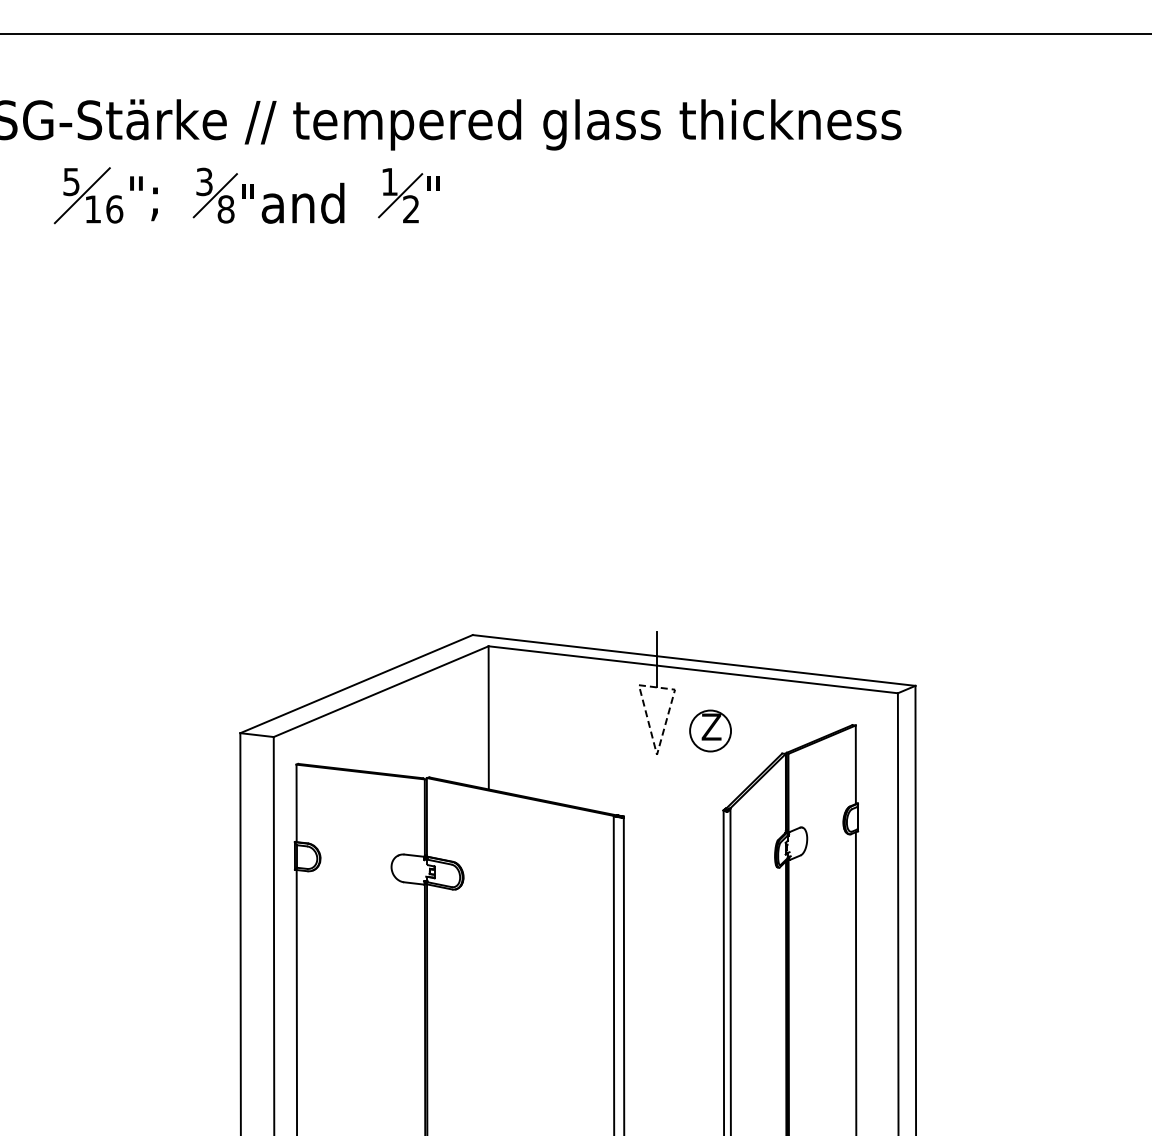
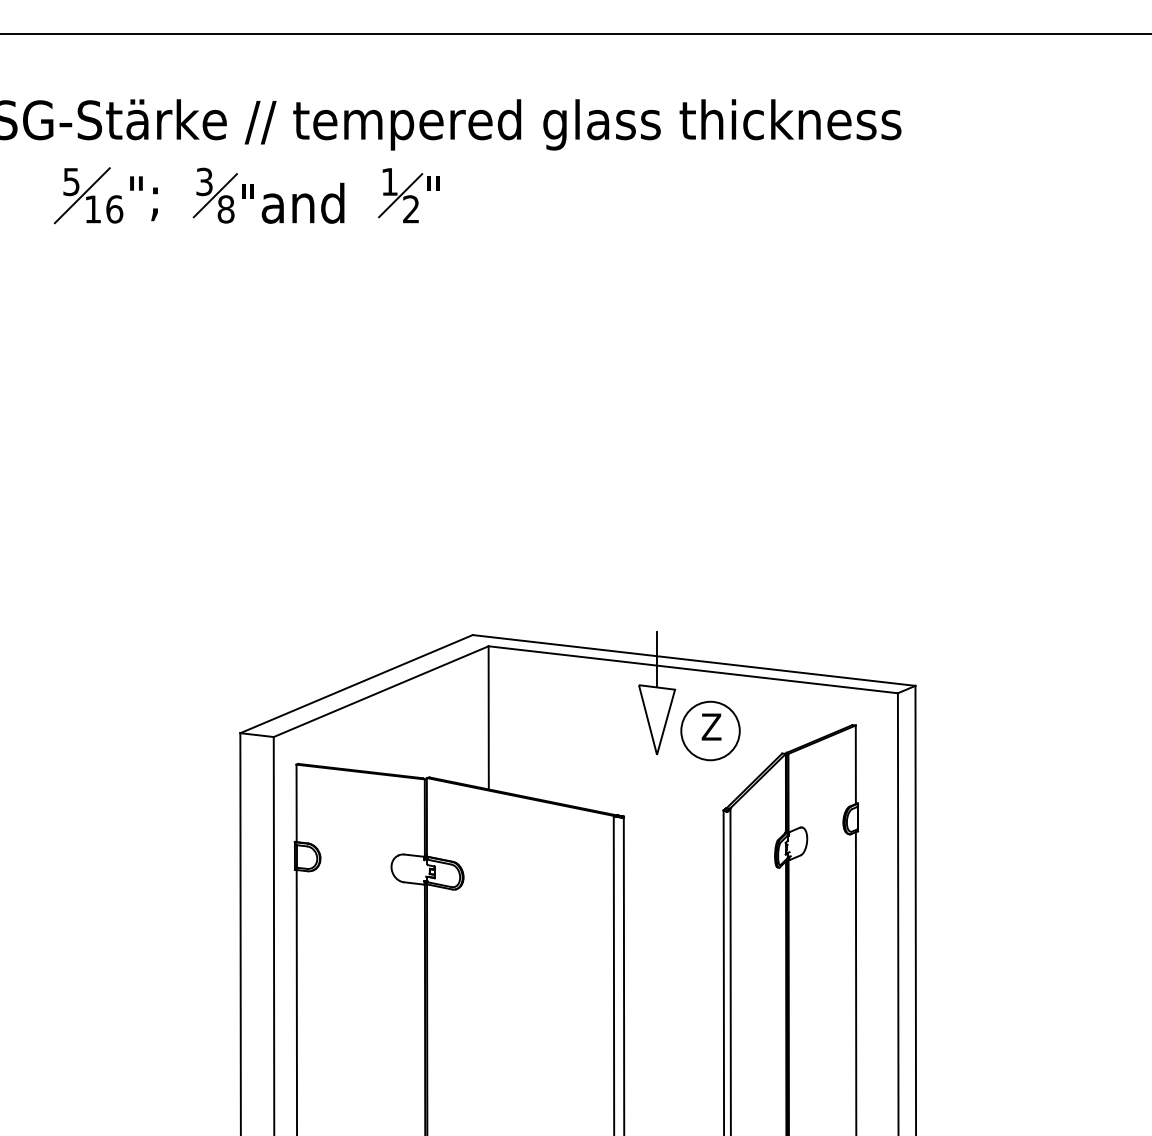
circle at (710, 730) diameter: 41 px -> 58 px
line at (661, 739): dashed -> solid
